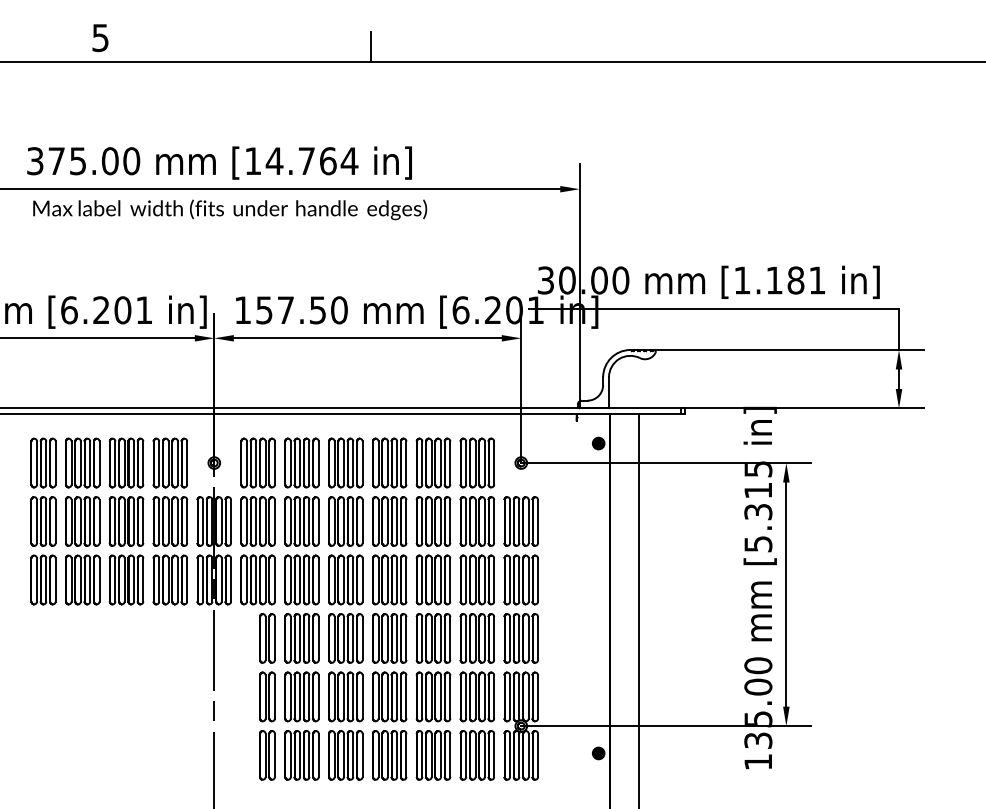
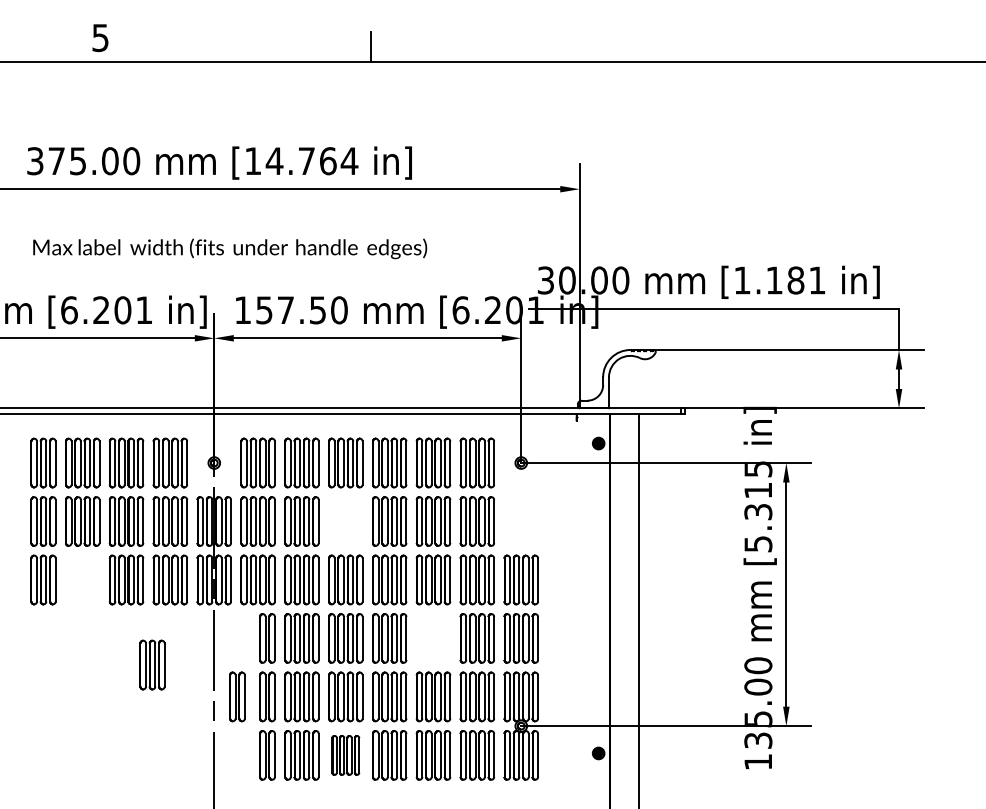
text at (230, 209) position: (230, 209) -> (230, 248)
part at (345, 521): present -> none
part at (520, 521): present -> none
part at (82, 579): present -> none
part at (433, 638): present -> none
part at (152, 664): none -> present
part at (237, 696): none -> present
part at (345, 755) size: 36x51 px -> 30x41 px
